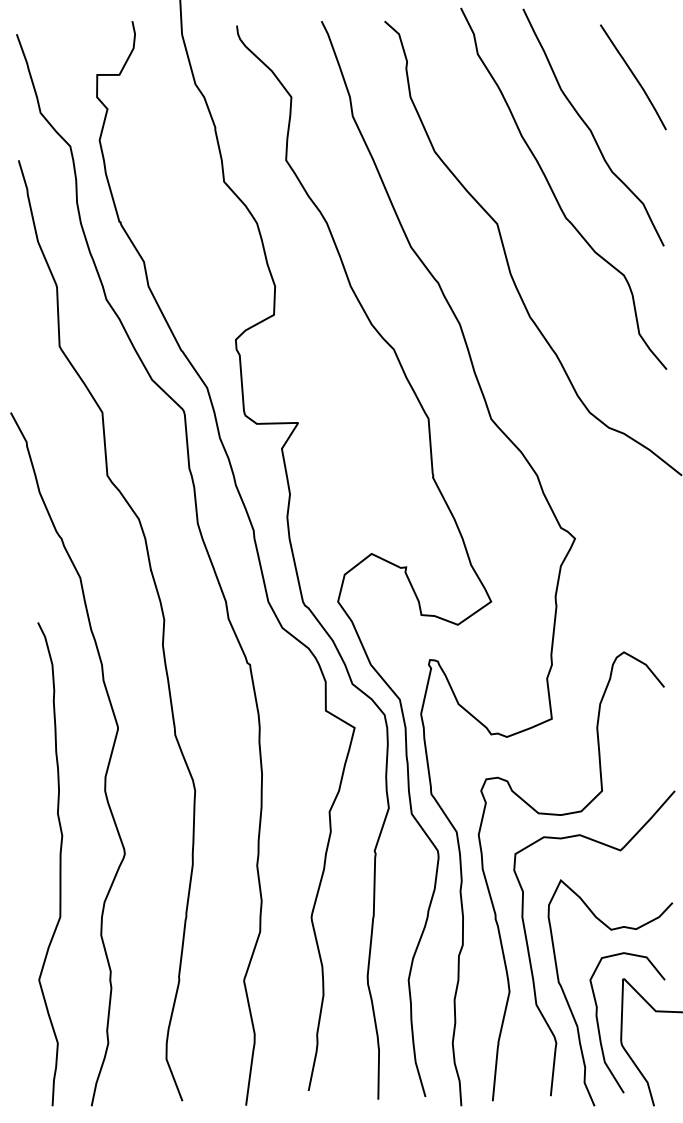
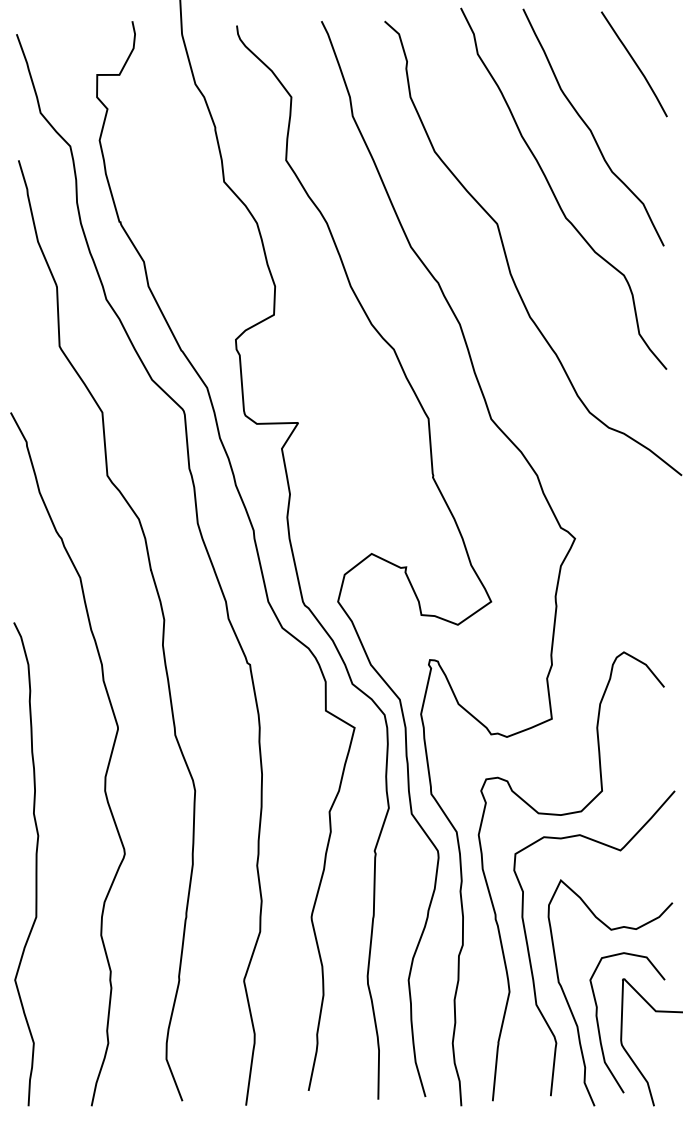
curve at (633, 76) position: (633, 76) -> (634, 63)
curve at (59, 864) position: (59, 864) -> (35, 864)
